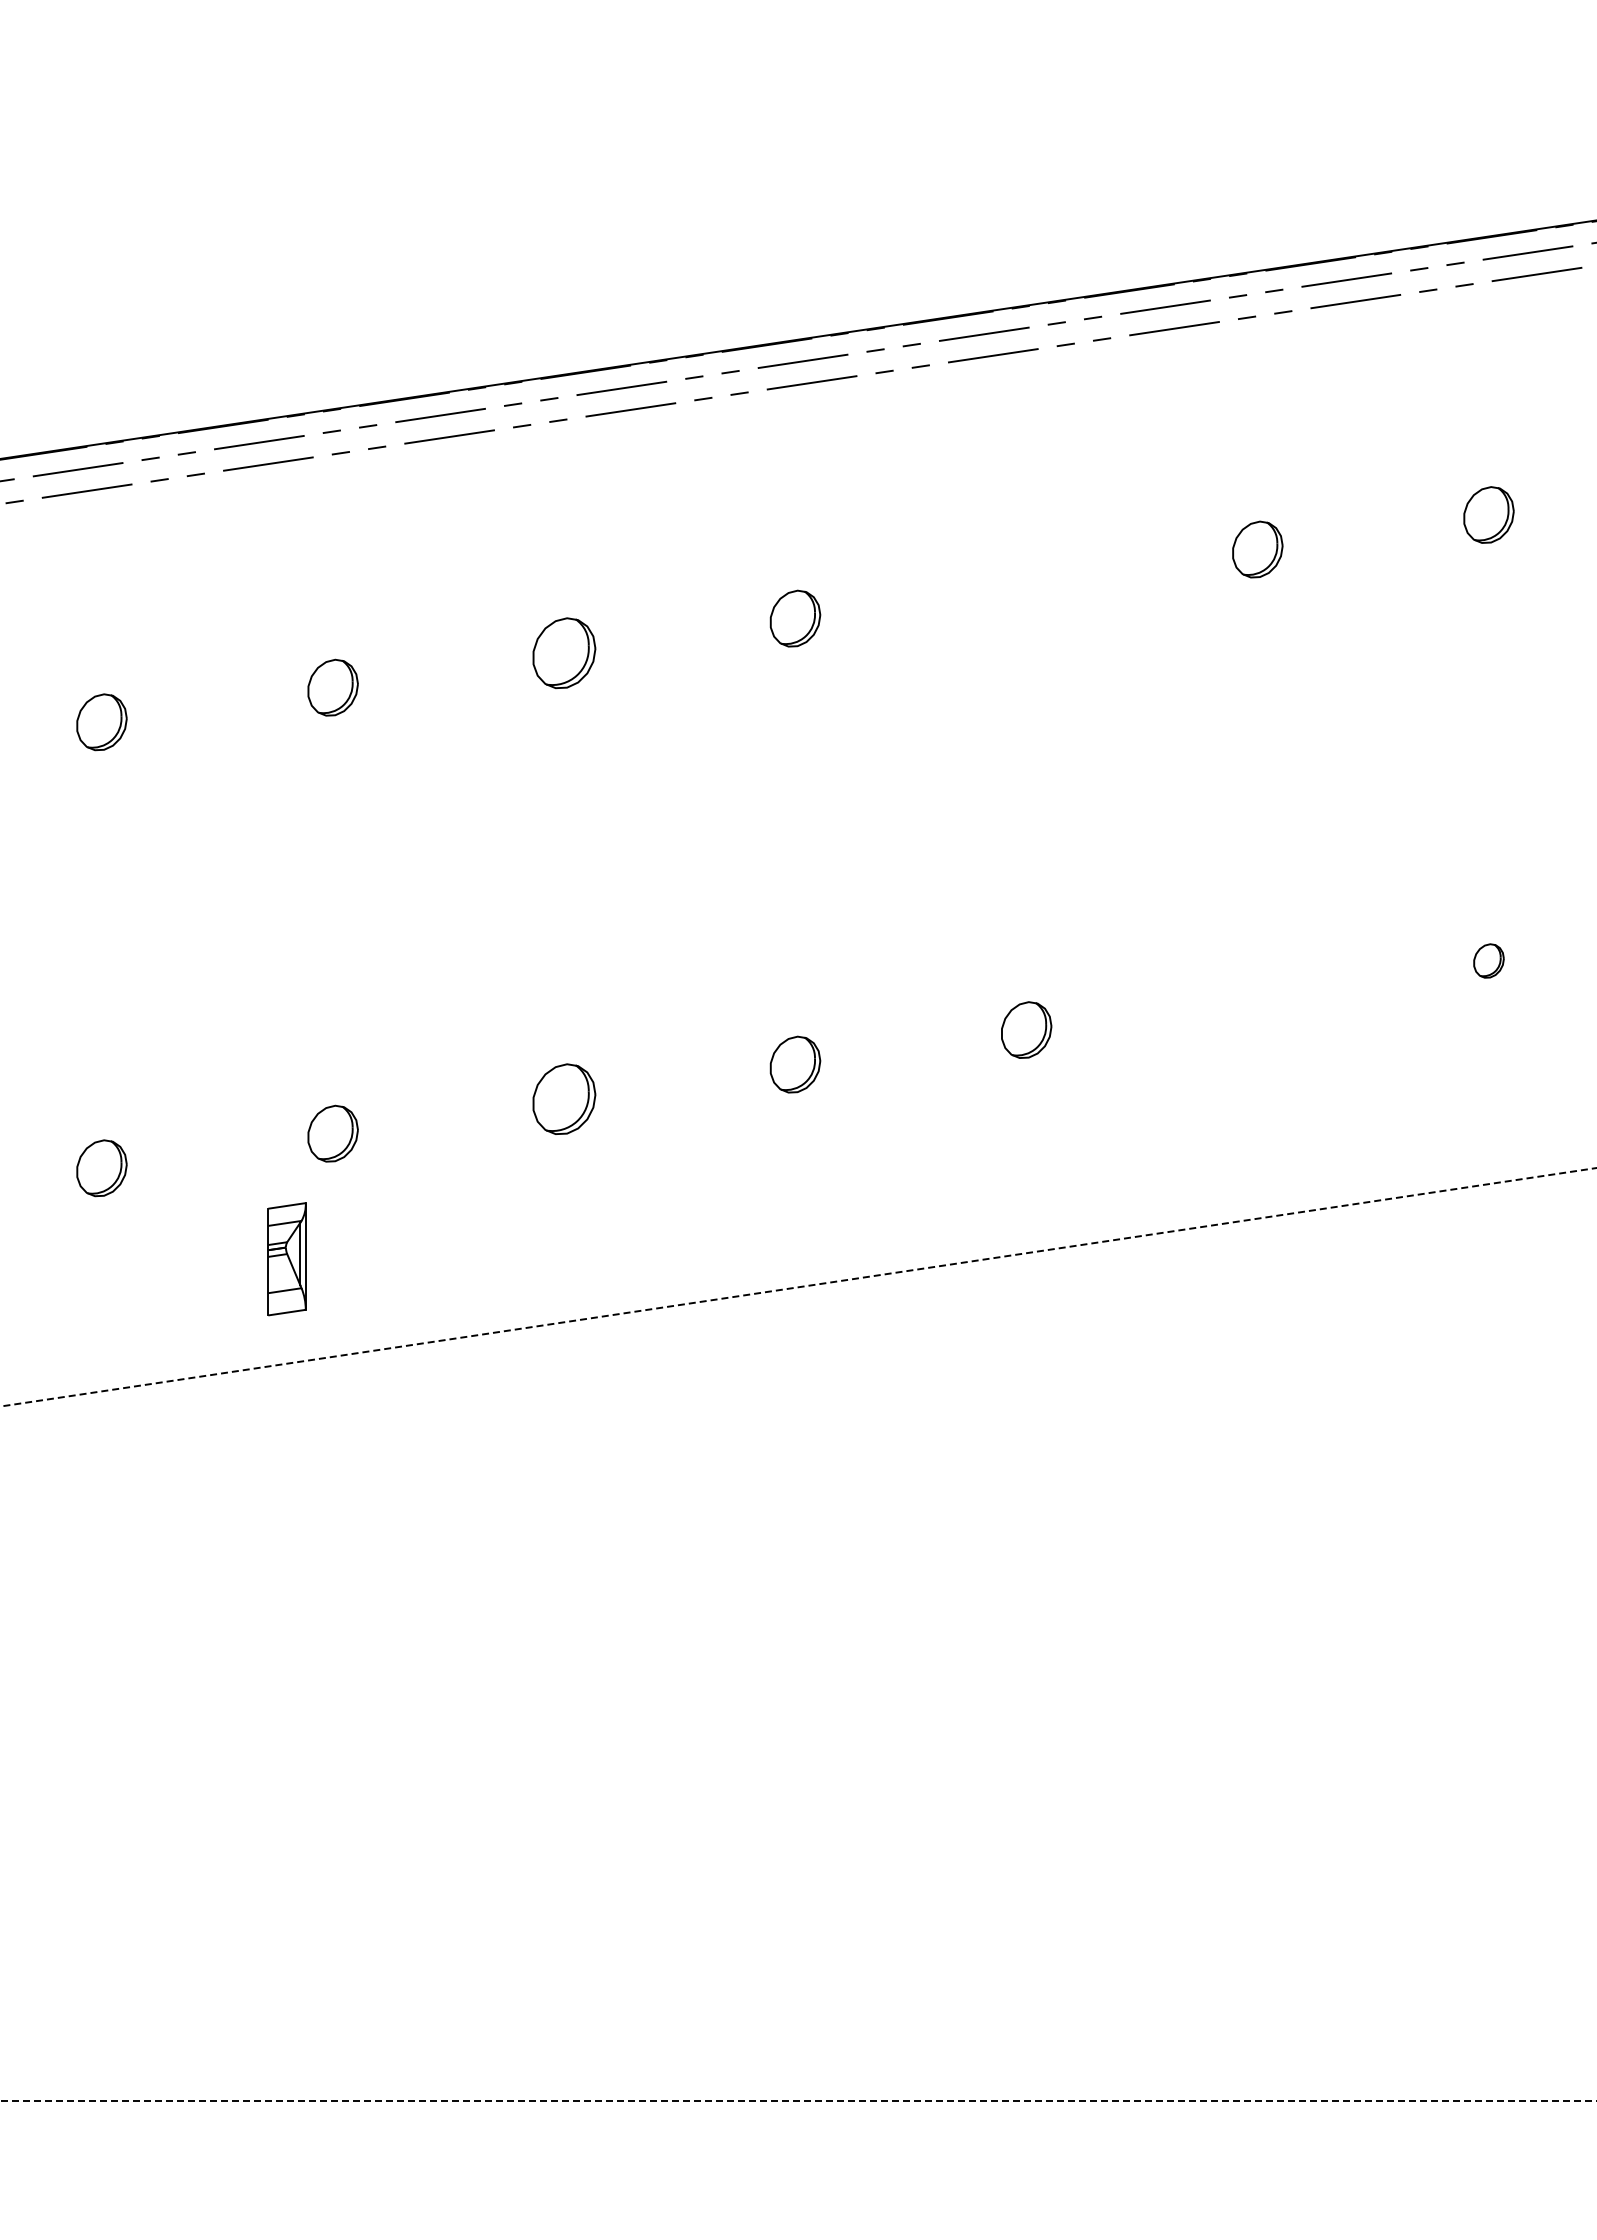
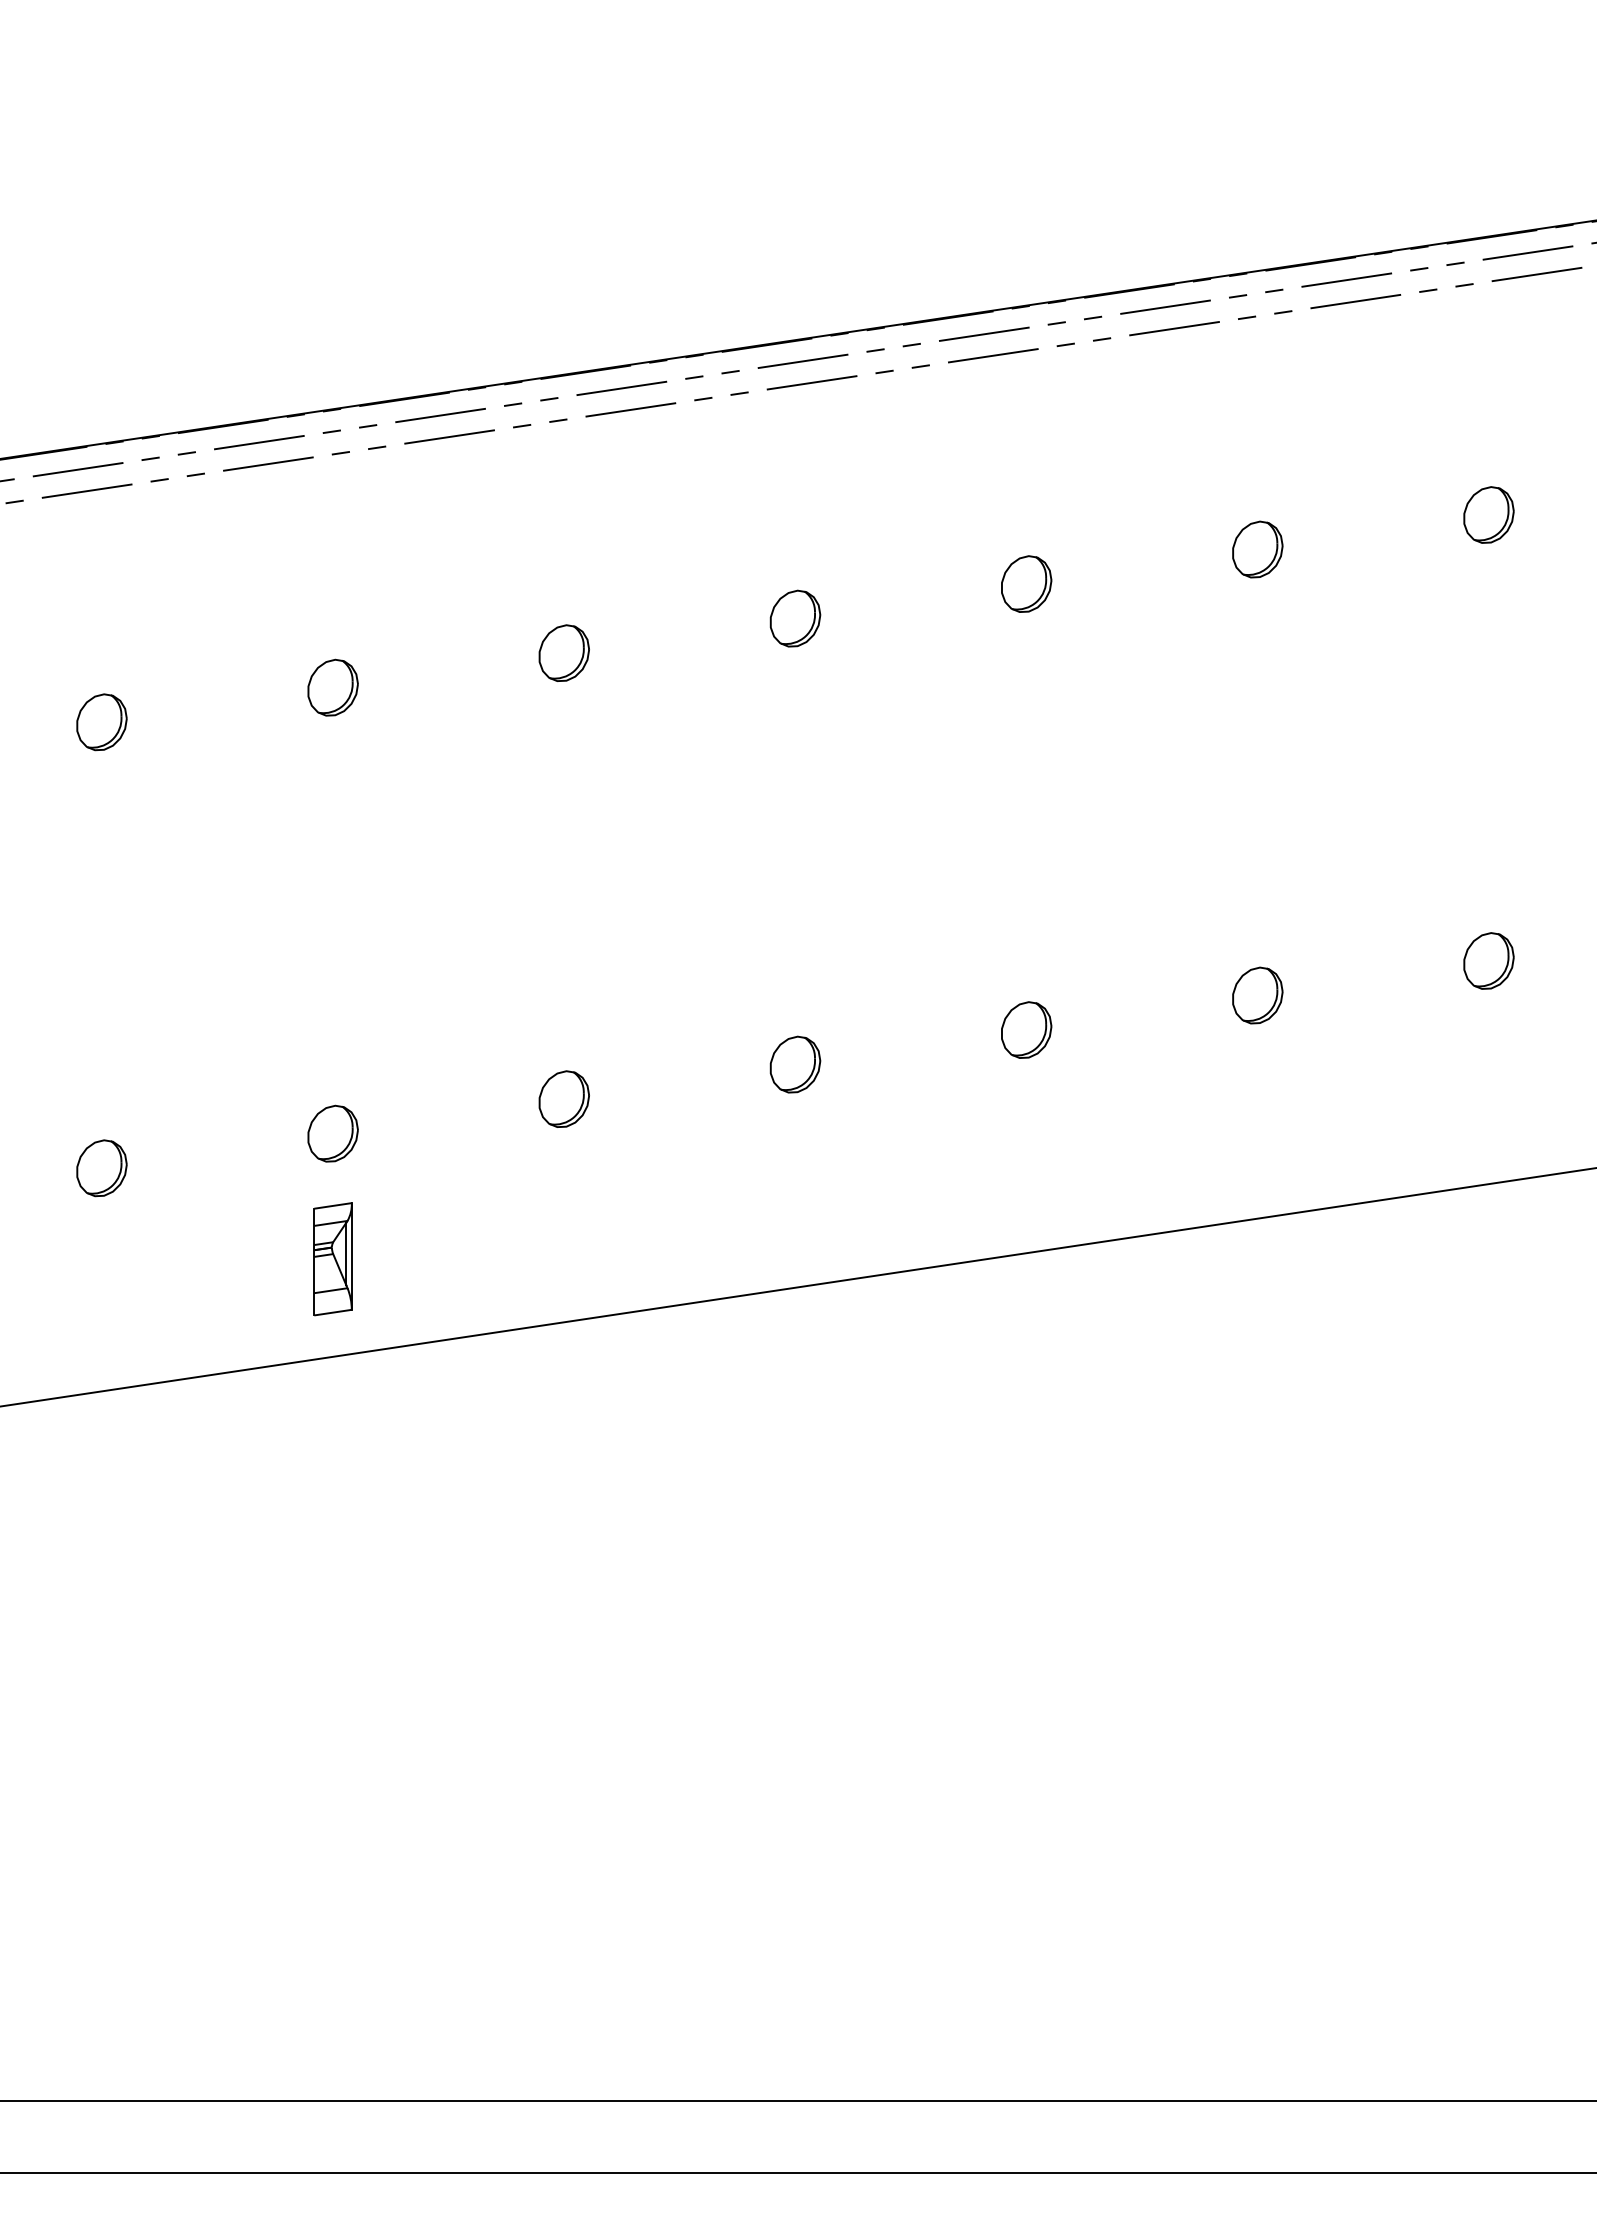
part at (1026, 583): none -> present
part at (564, 652) size: 65x72 px -> 52x58 px
part at (1488, 960) size: 32x36 px -> 52x58 px
part at (1257, 995): none -> present
part at (564, 1098) size: 65x72 px -> 52x58 px
part at (286, 1259) position: (286, 1259) -> (332, 1259)
line at (798, 1287): dashed -> solid
line at (798, 2100): dashed -> solid
line at (797, 2172): none -> present
